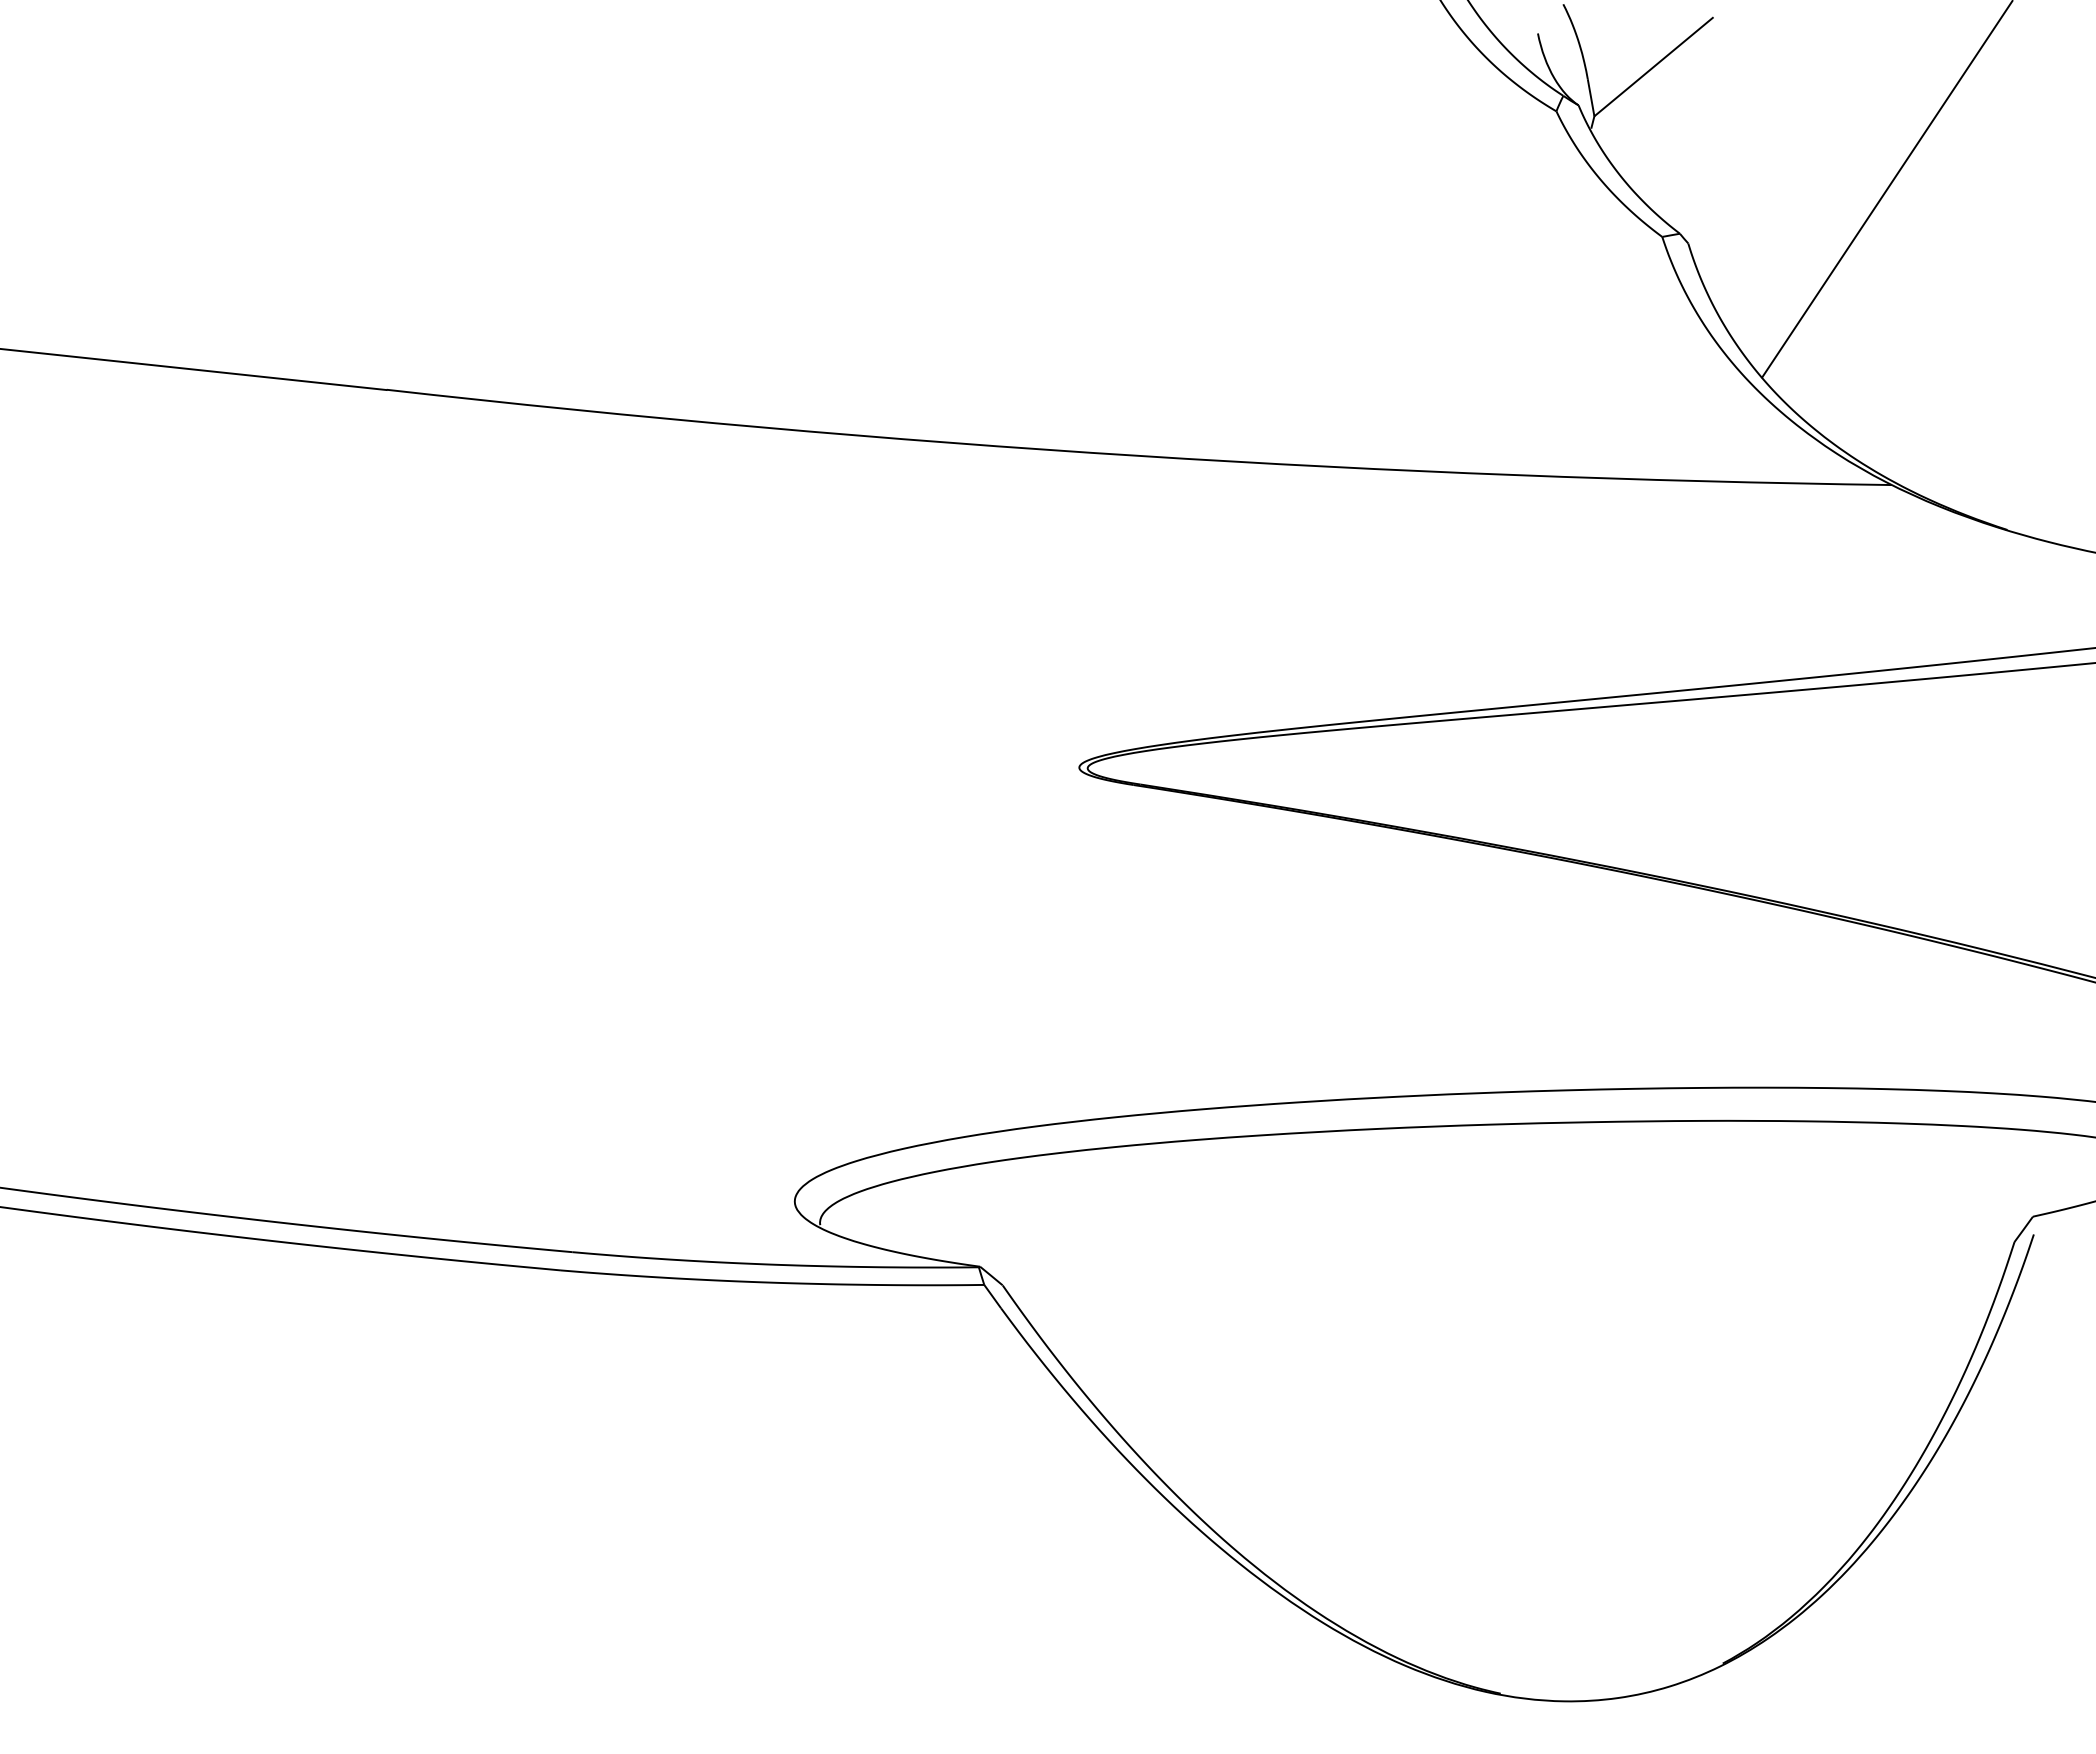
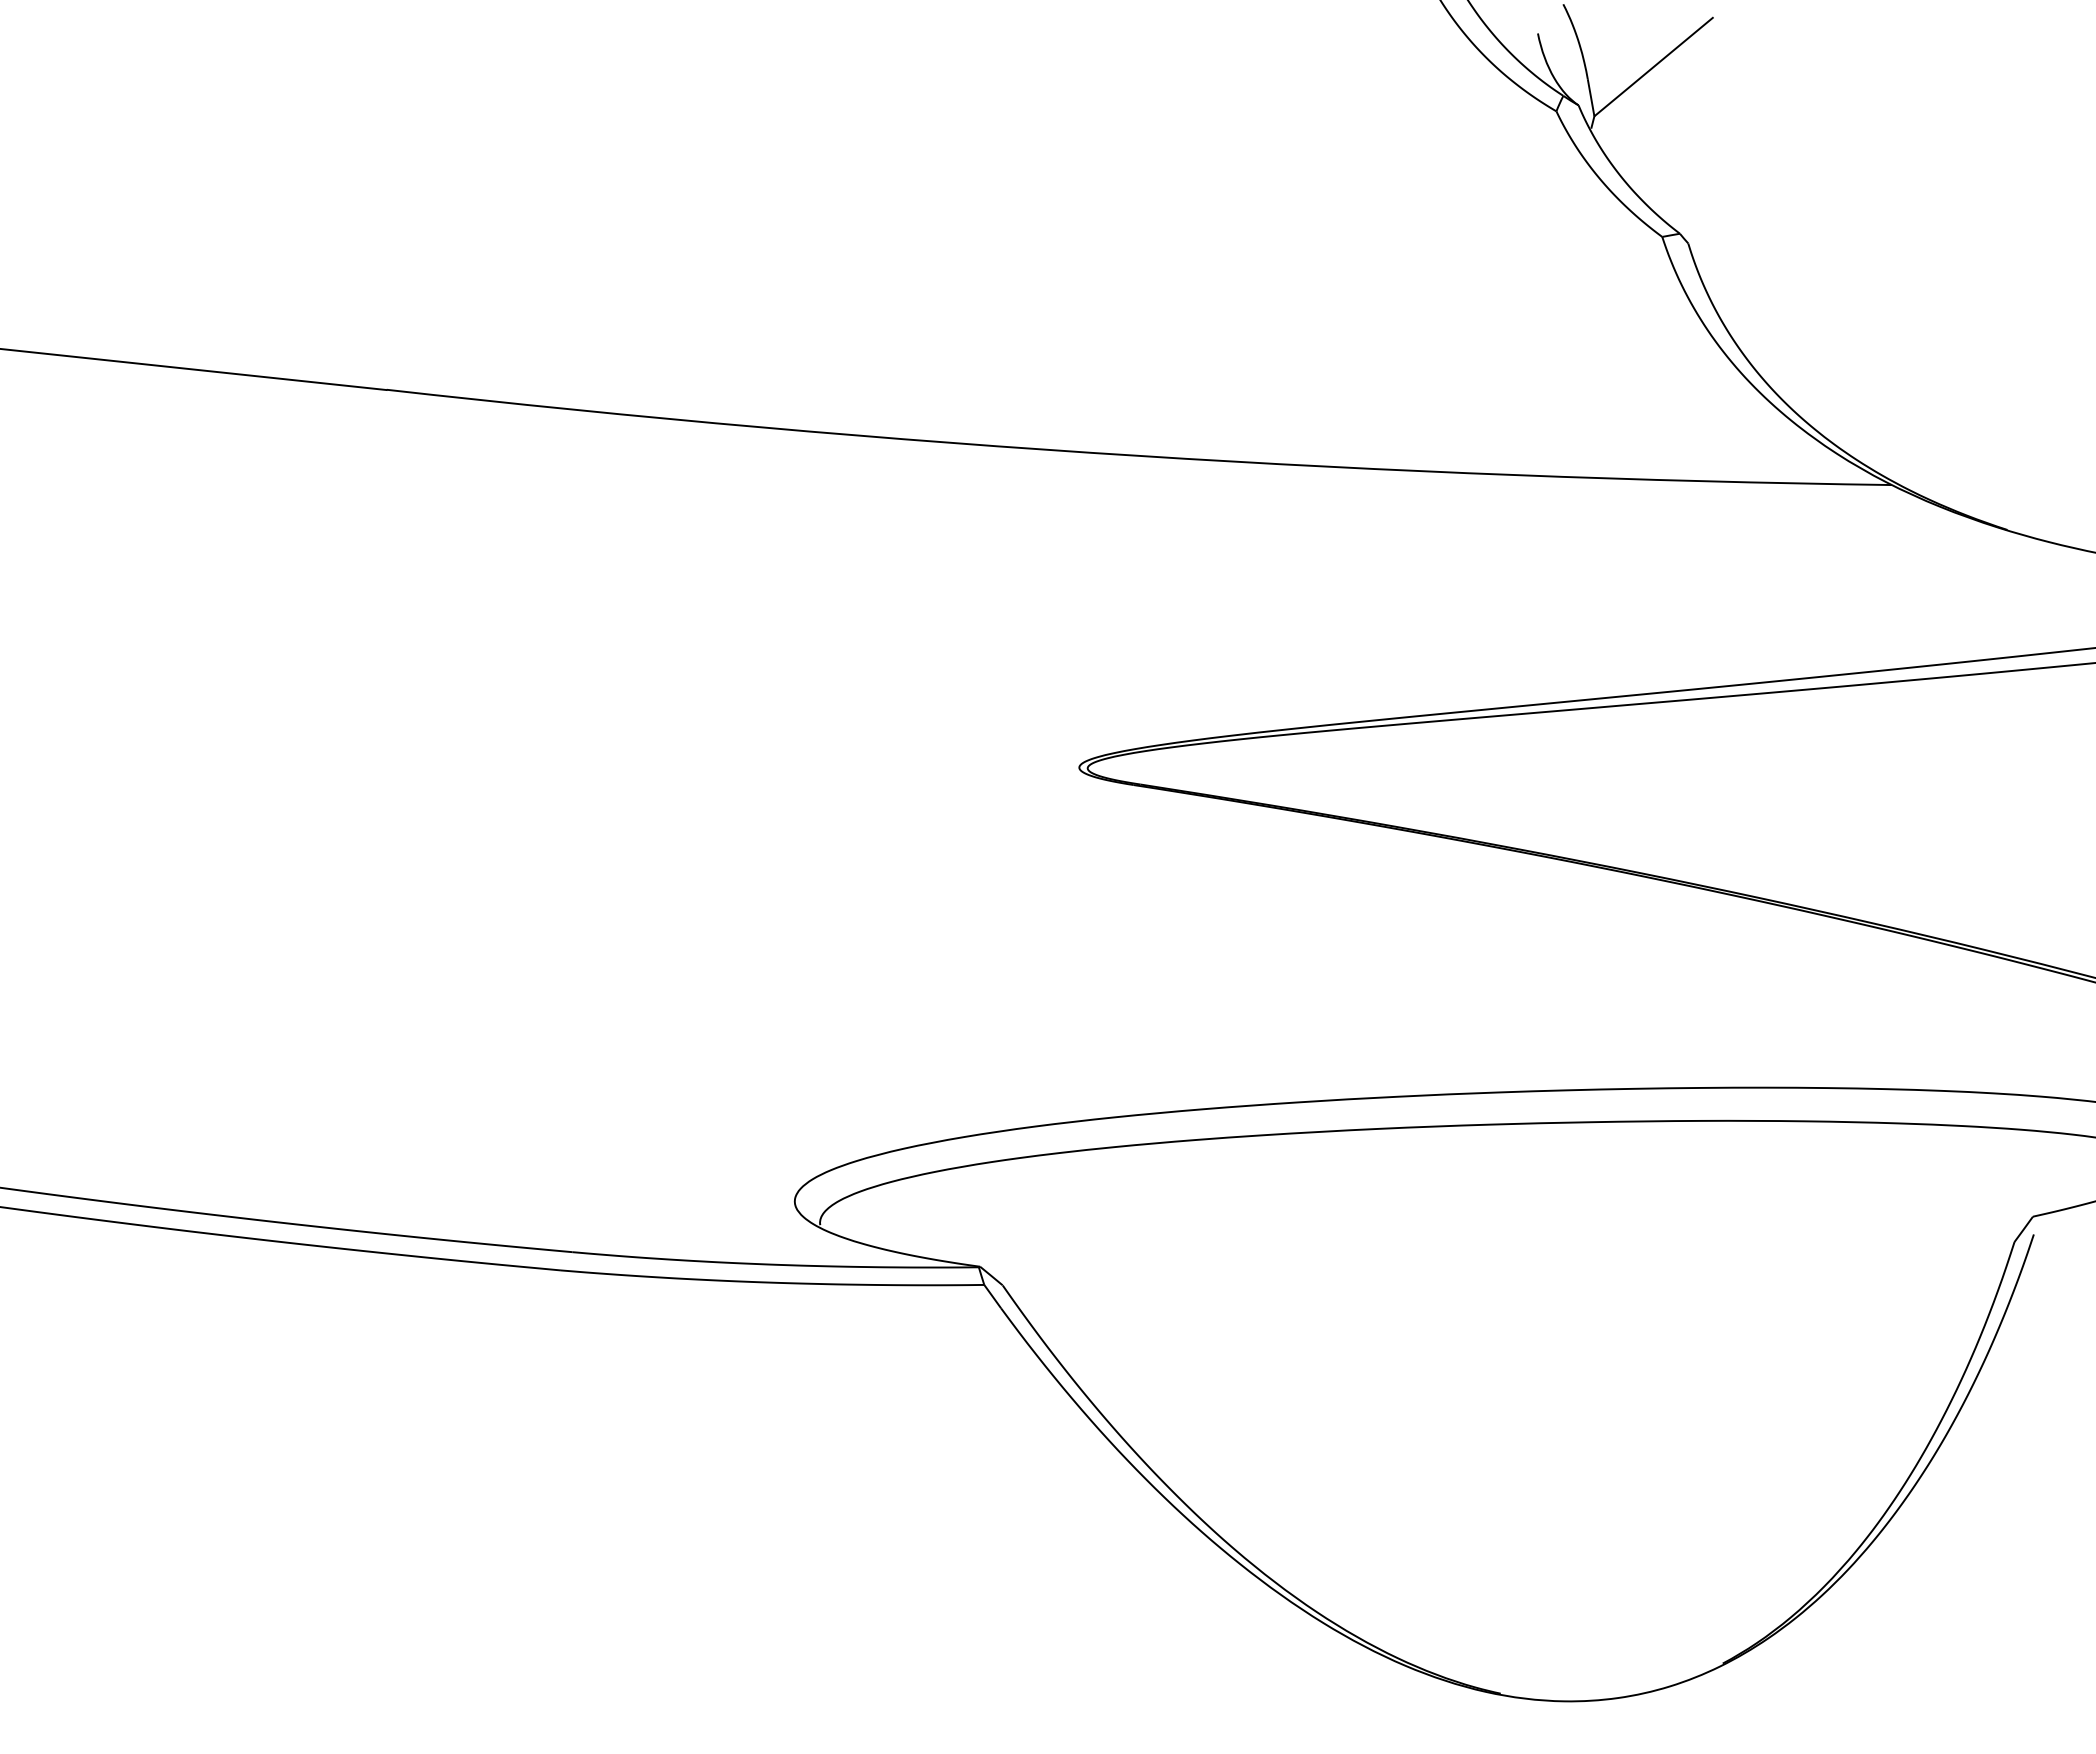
line at (1886, 189): present -> none
